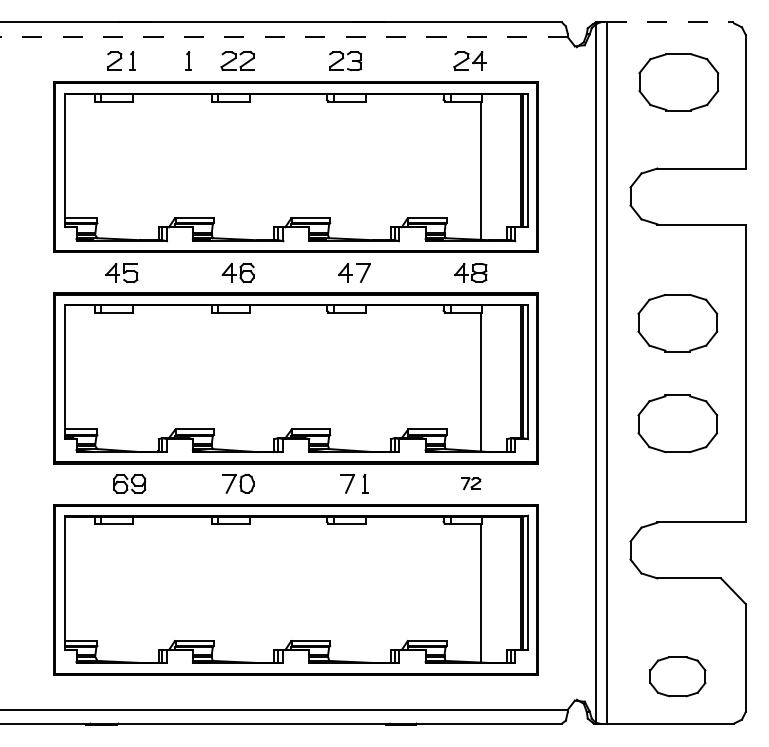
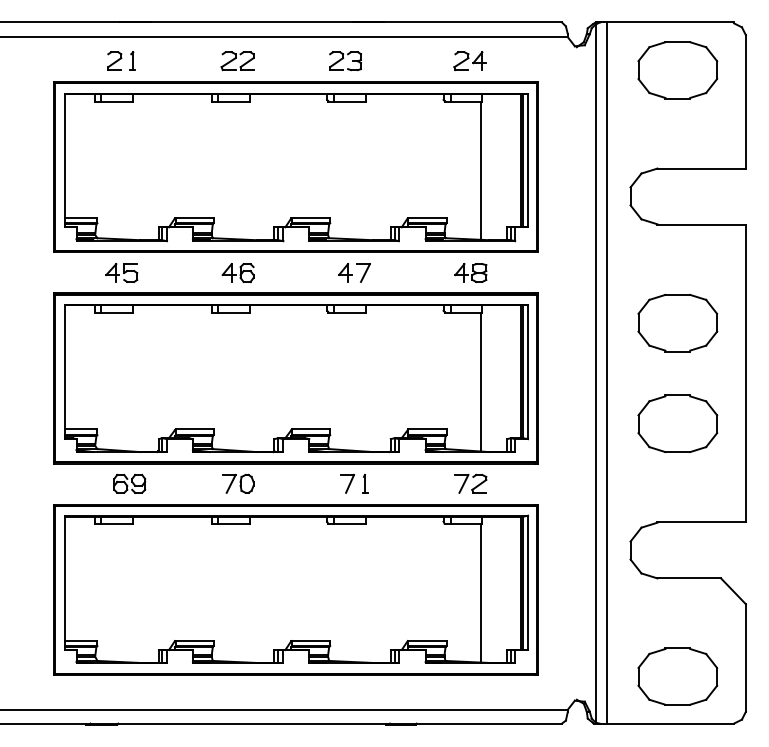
line at (670, 22): dashed -> solid
line at (284, 37): dashed -> solid
part at (188, 60): present -> none
part at (678, 82) position: (678, 82) -> (677, 70)
part at (471, 483) size: 21x14 px -> 34x21 px
part at (677, 676) size: 58x42 px -> 82x59 px
